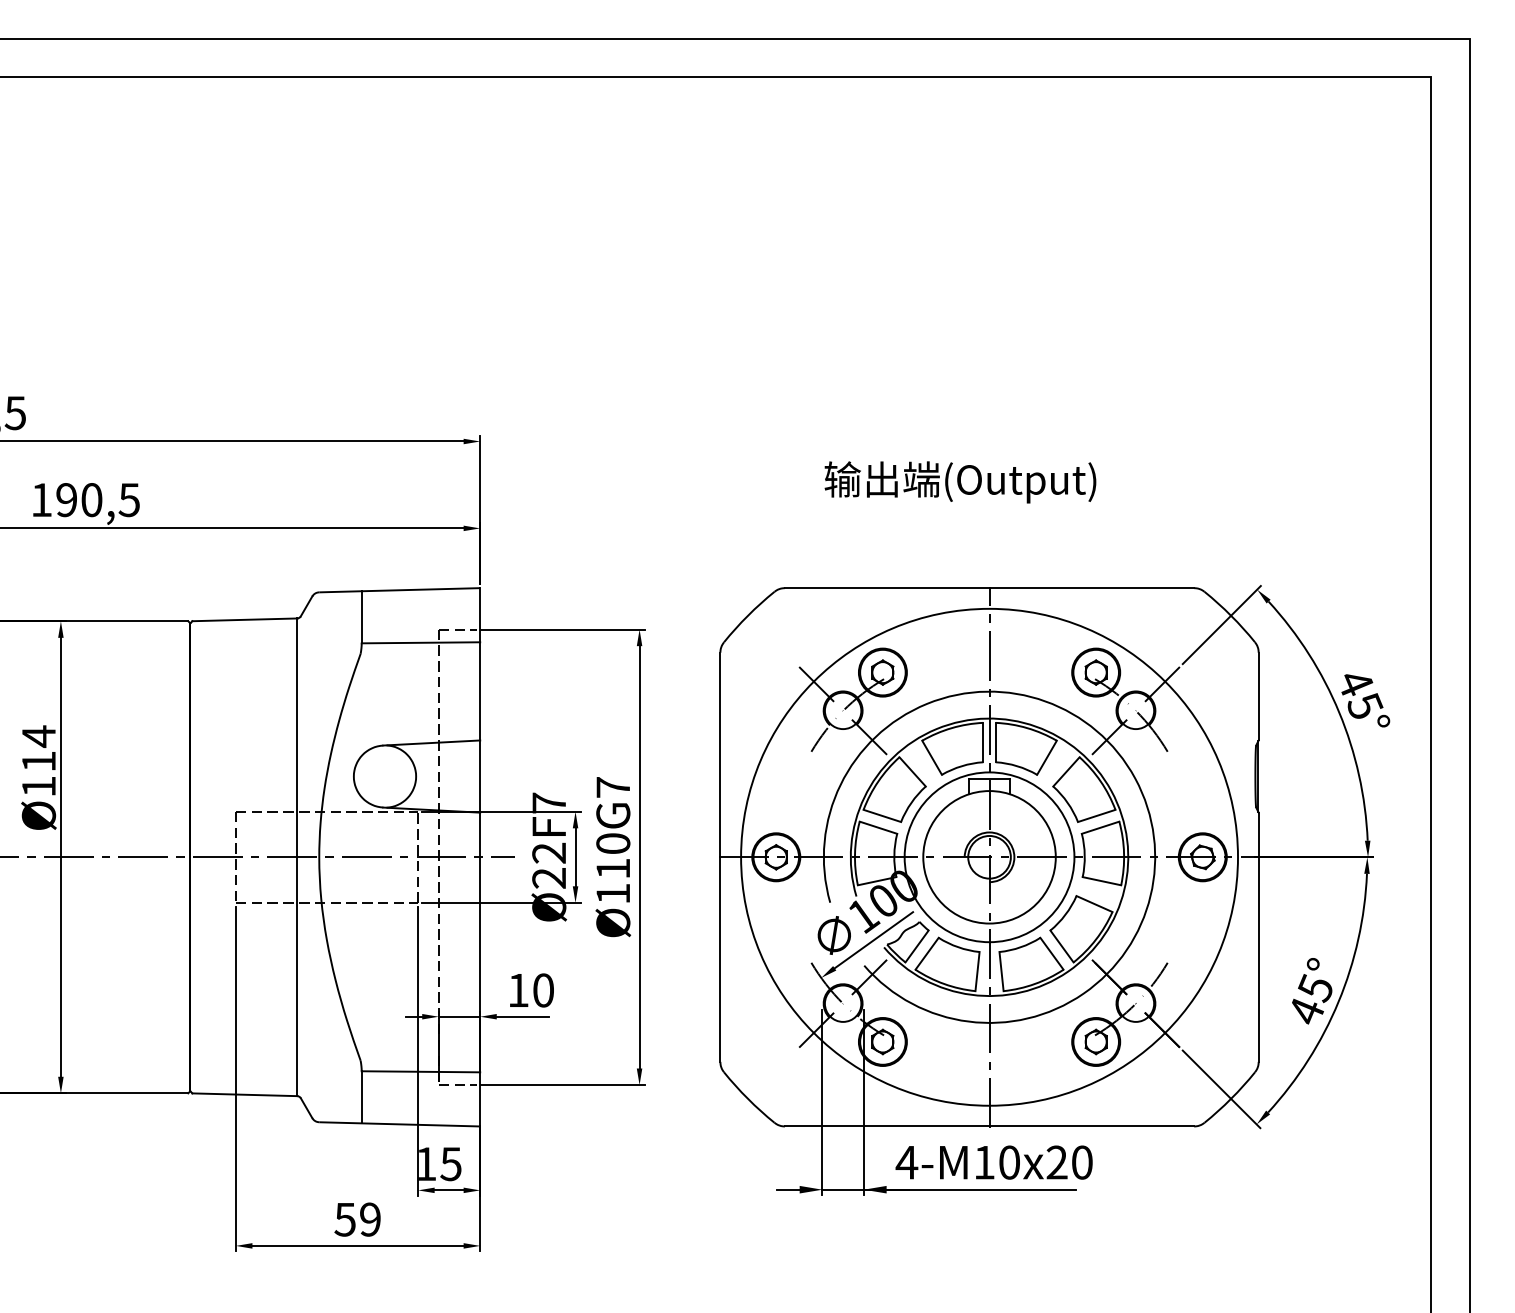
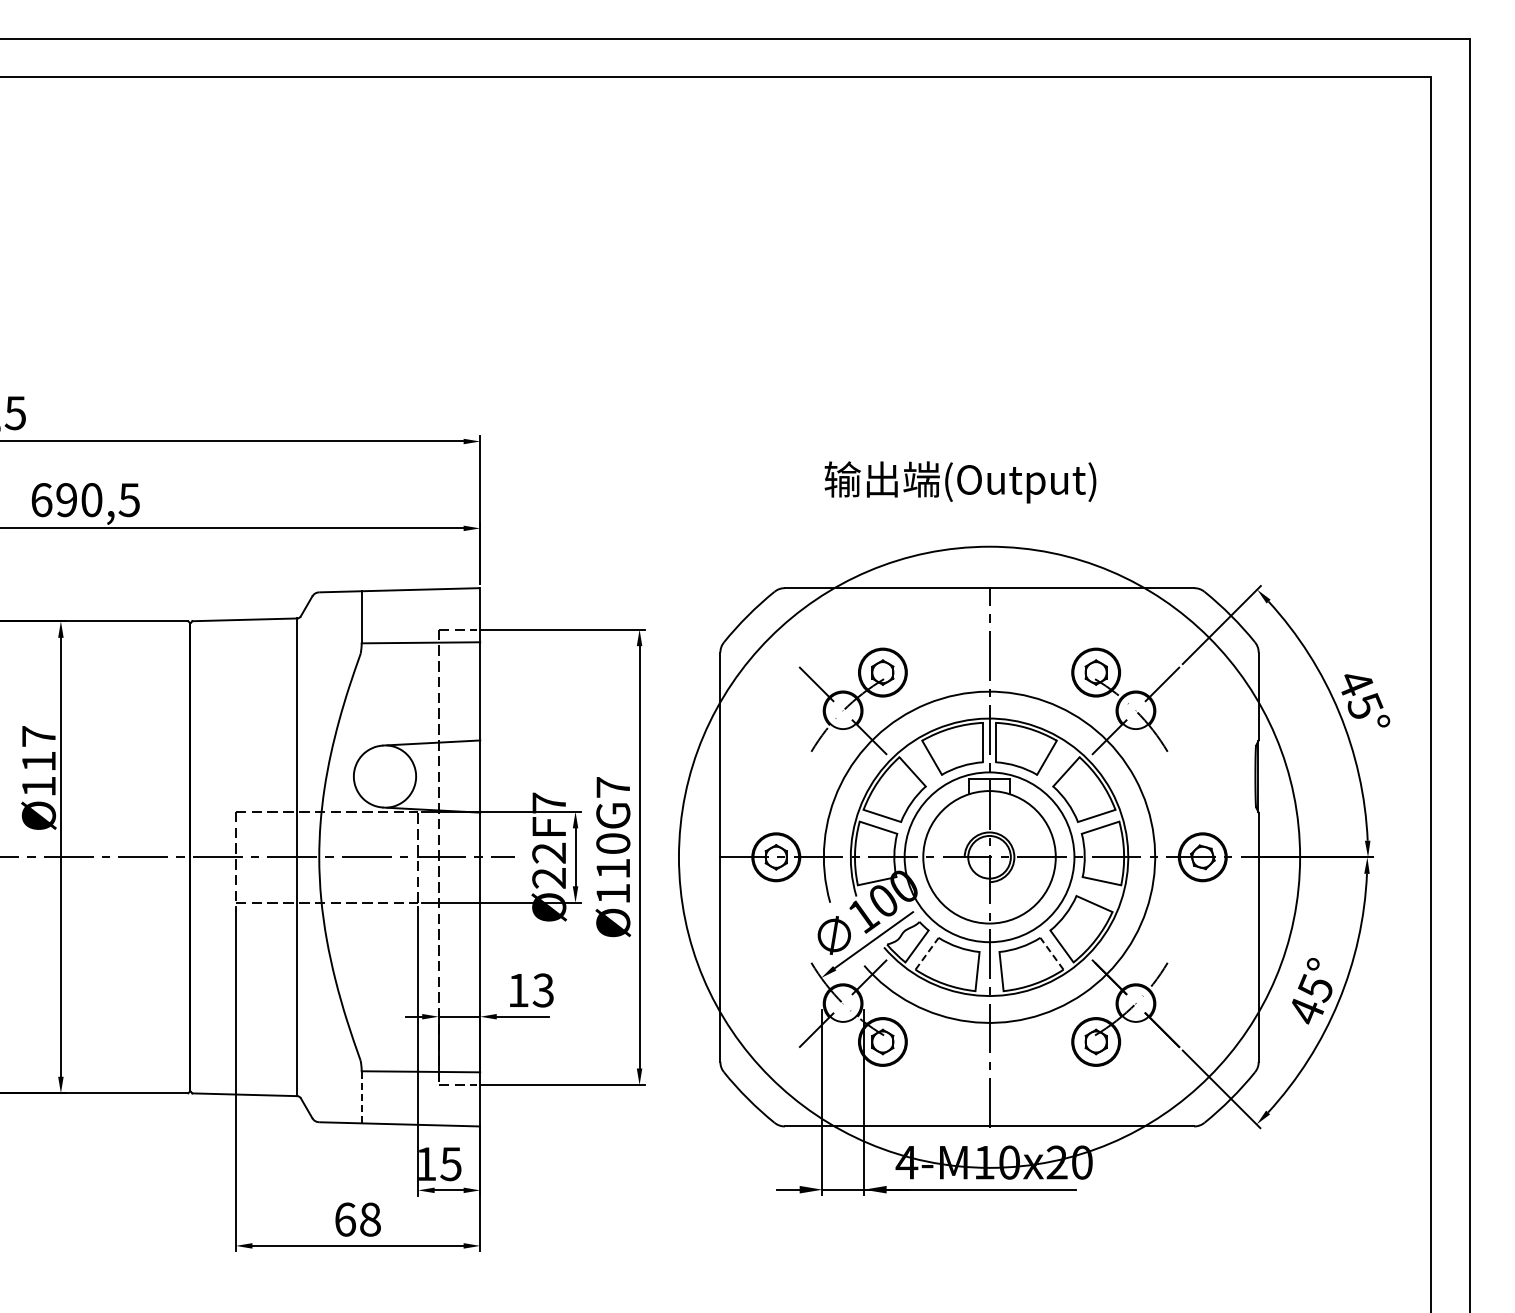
text at (41, 500): 190,5 -> 690,5
text at (38, 736): Ø114 -> Ø117
circle at (989, 856) diameter: 497 px -> 621 px
line at (927, 953): solid -> dashed
line at (1051, 953): solid -> dashed
text at (542, 990): 10 -> 13
line at (361, 1096): solid -> dashed
text at (357, 1219): 59 -> 68
